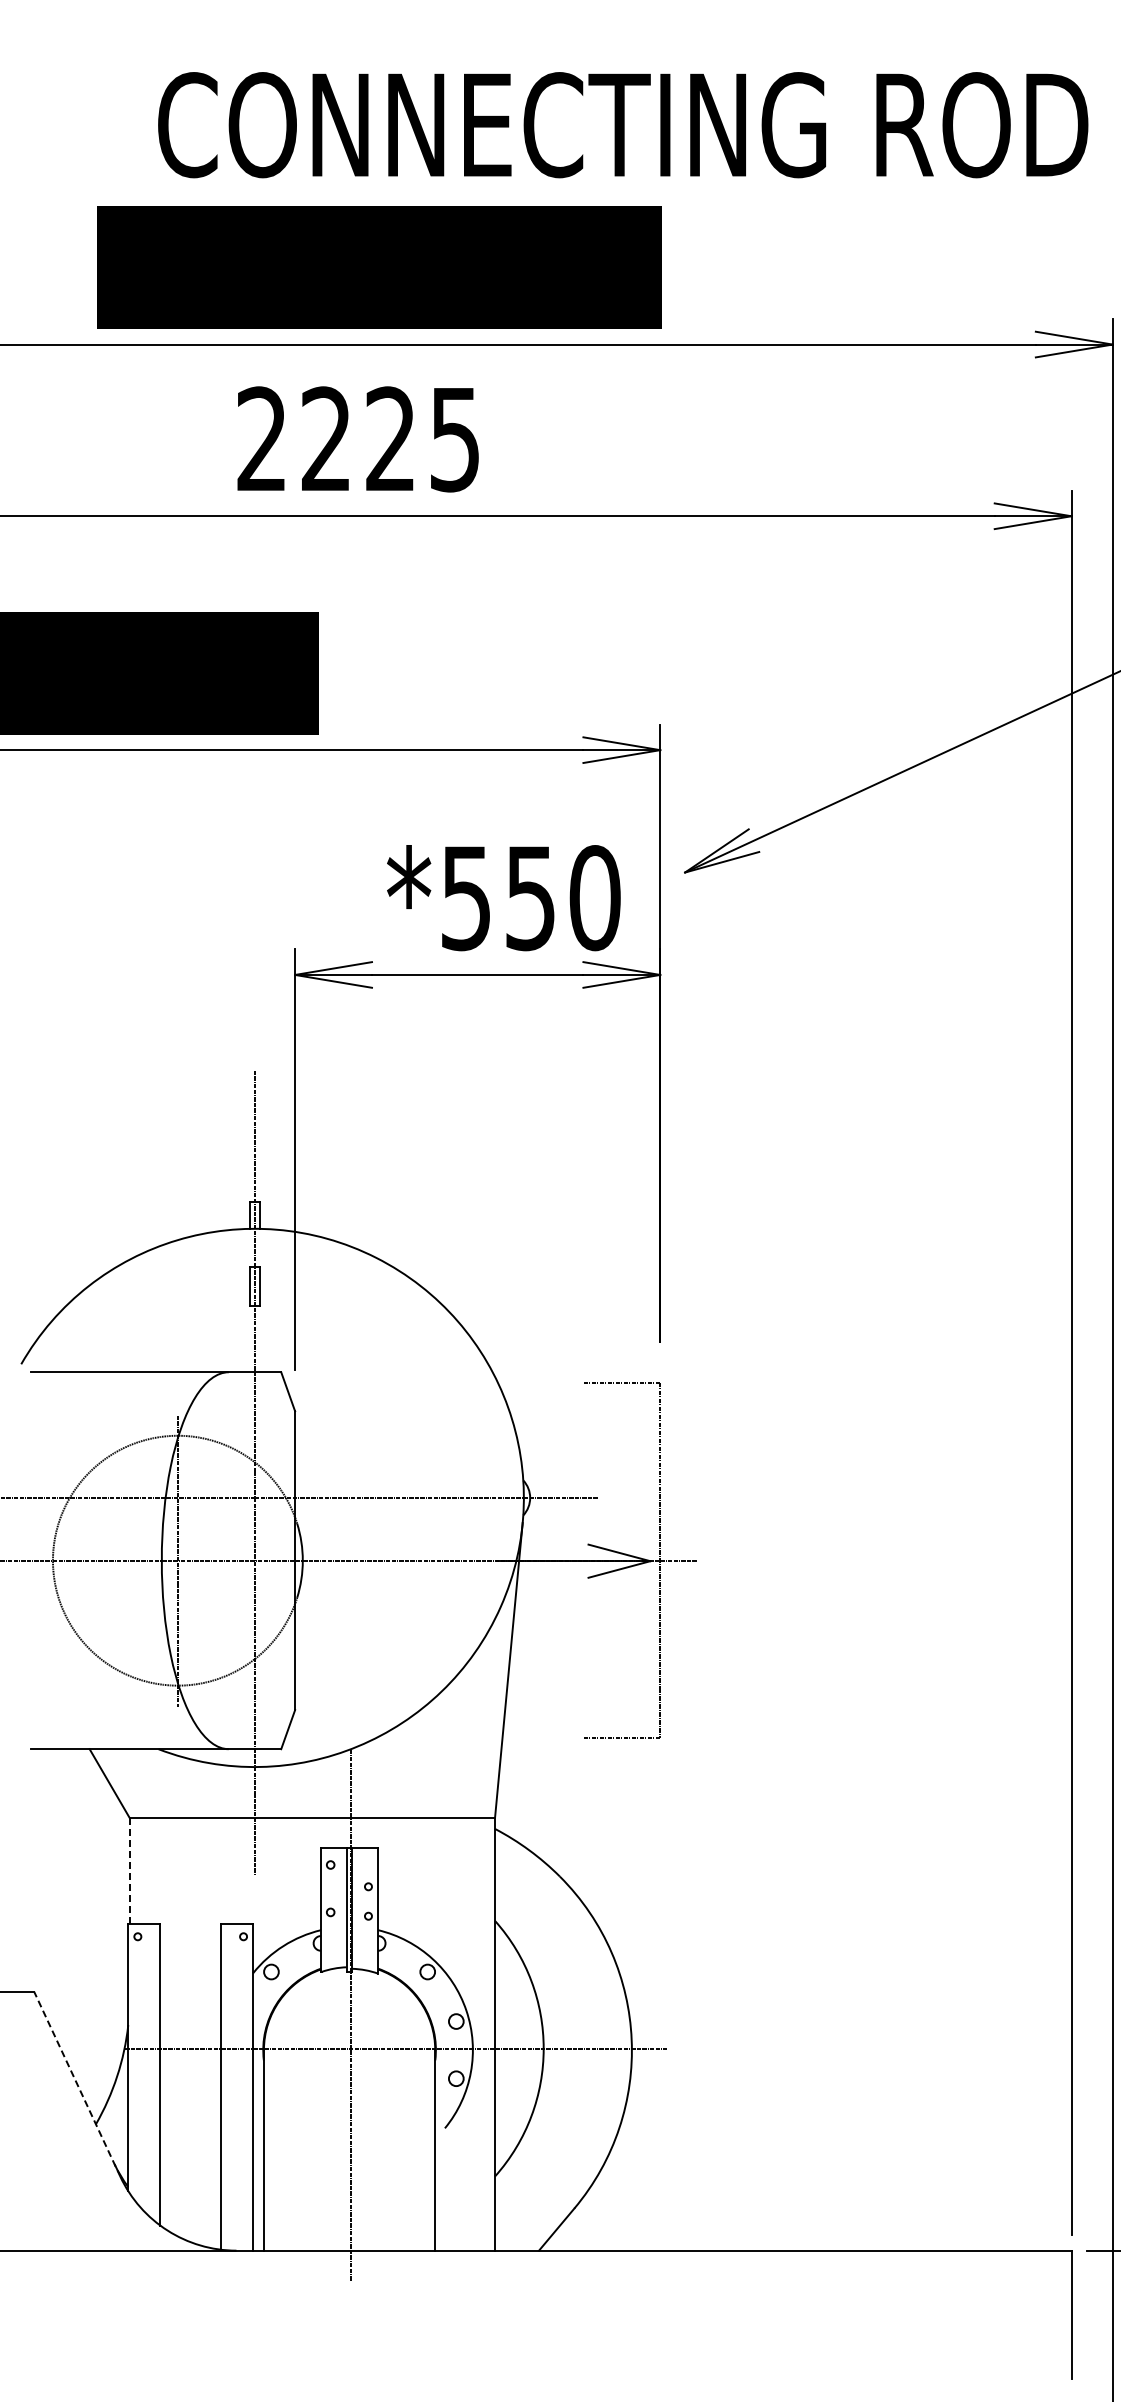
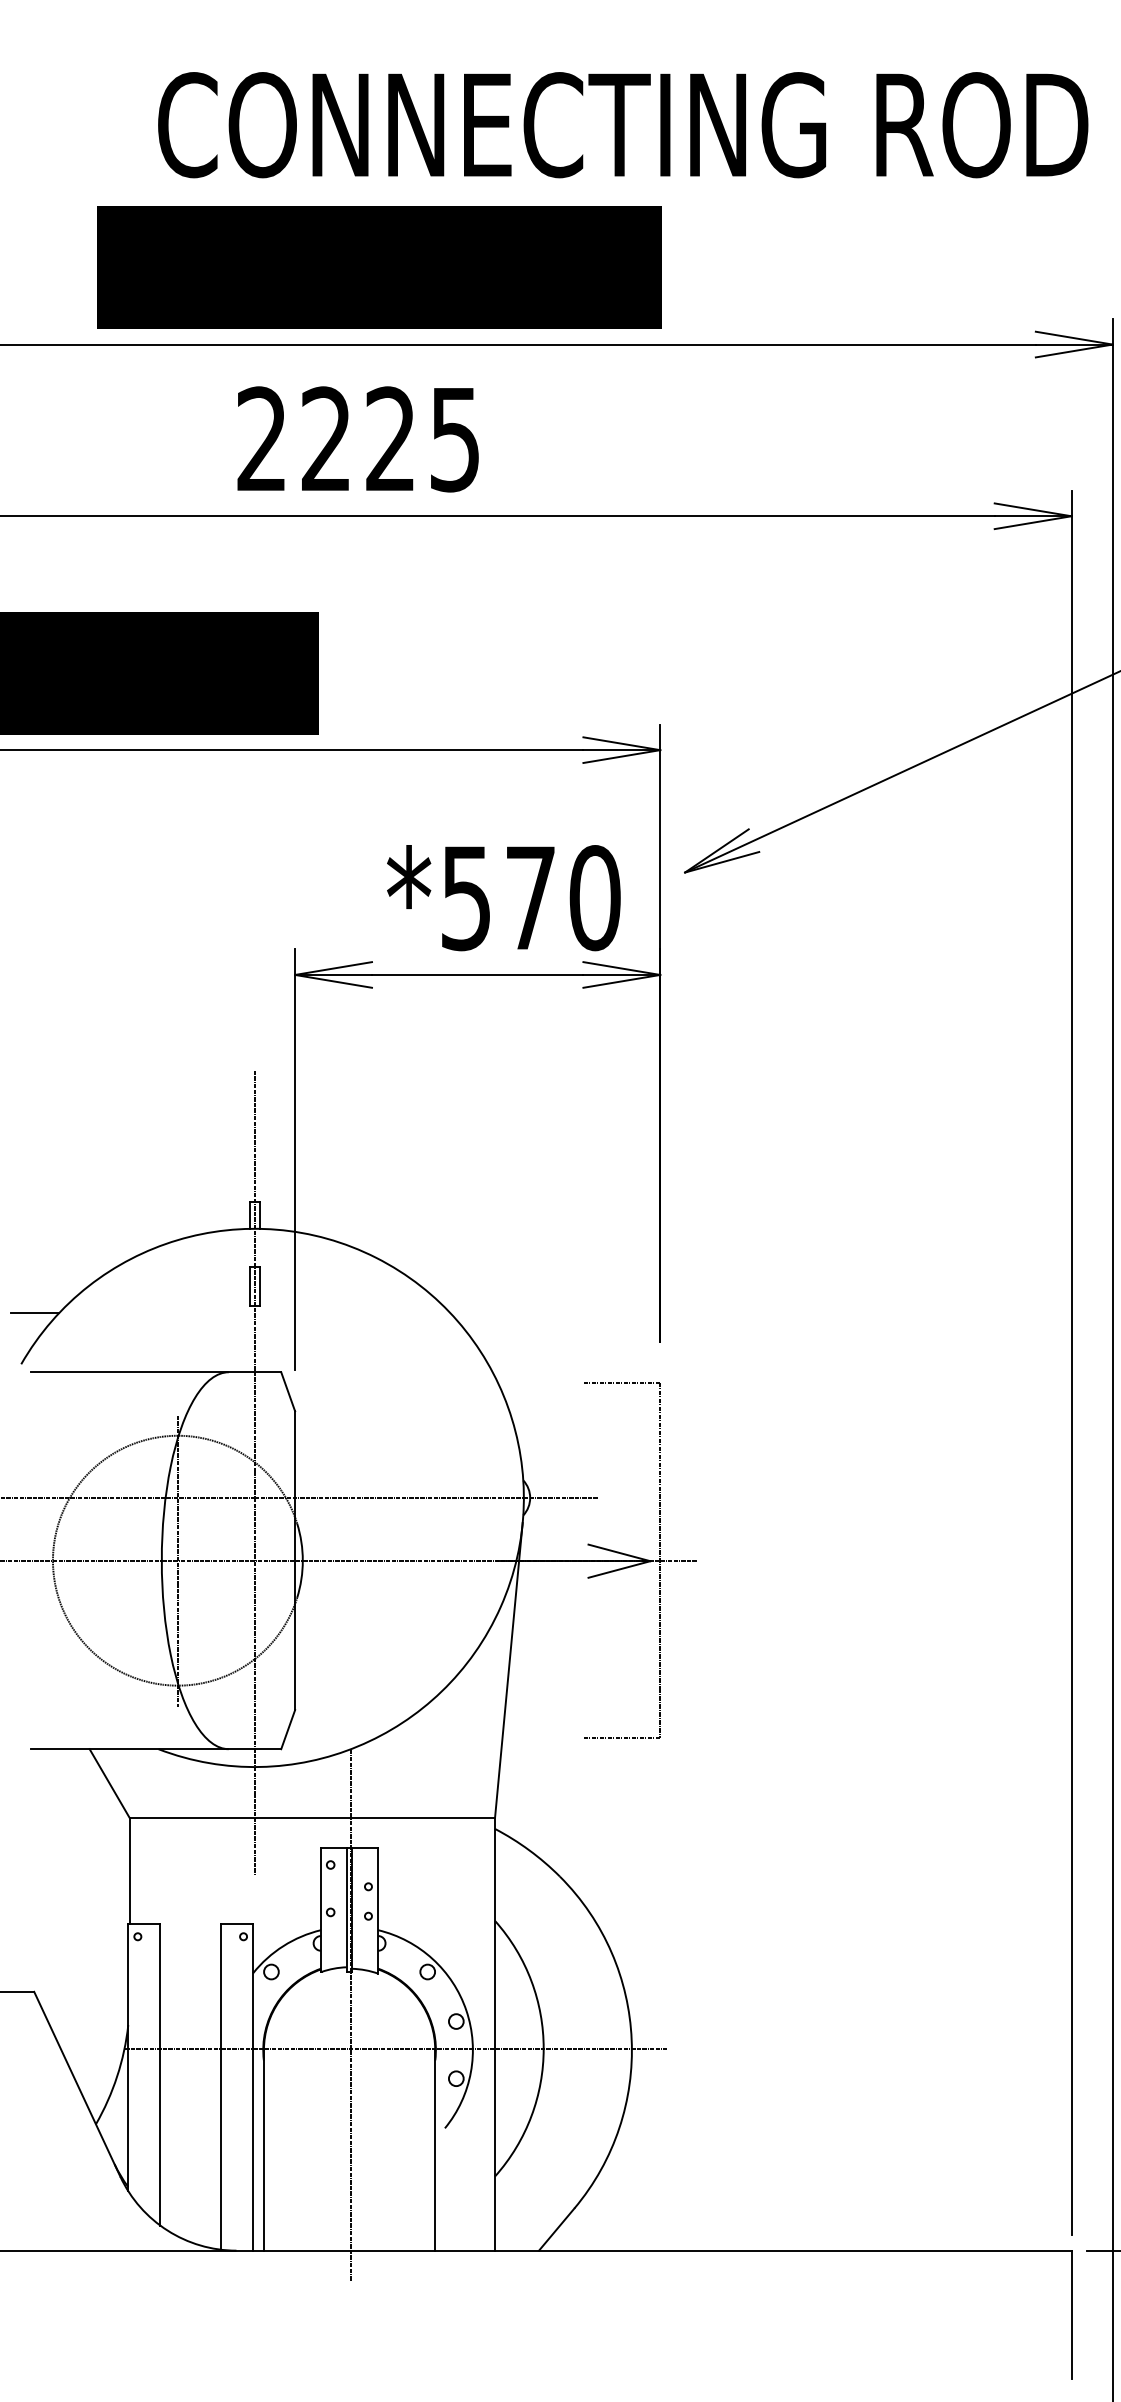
text at (530, 898): *550 -> *570
line at (34, 1313): none -> present
line at (129, 1871): dashed -> solid
line at (77, 2084): dashed -> solid
